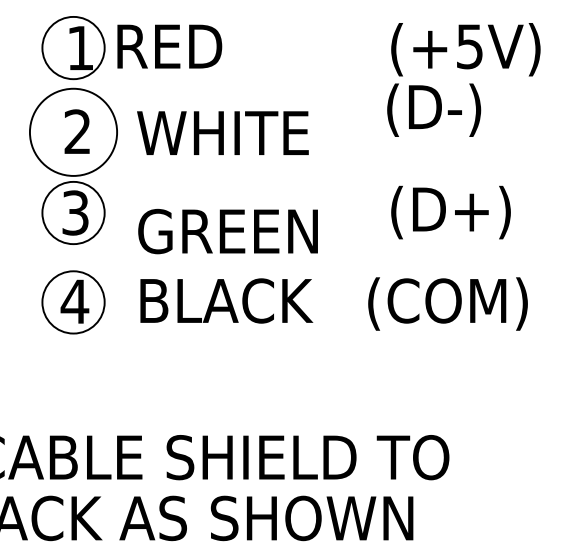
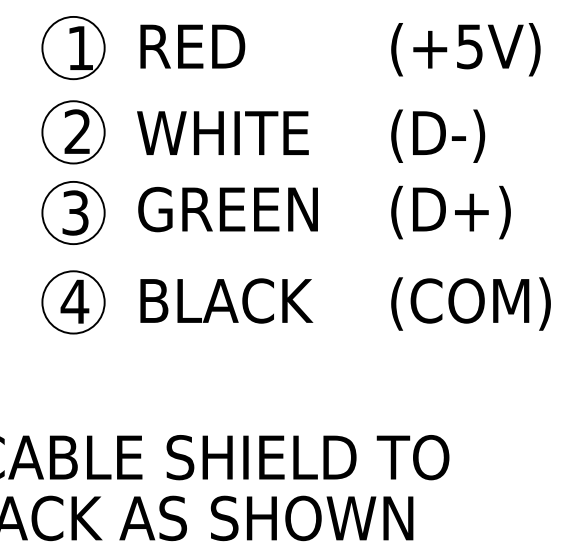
text at (169, 46) position: (169, 46) -> (192, 46)
text at (434, 109) position: (434, 109) -> (438, 135)
circle at (73, 131) diameter: 87 px -> 62 px
text at (227, 231) position: (227, 231) -> (227, 209)
text at (447, 303) position: (447, 303) -> (470, 303)
